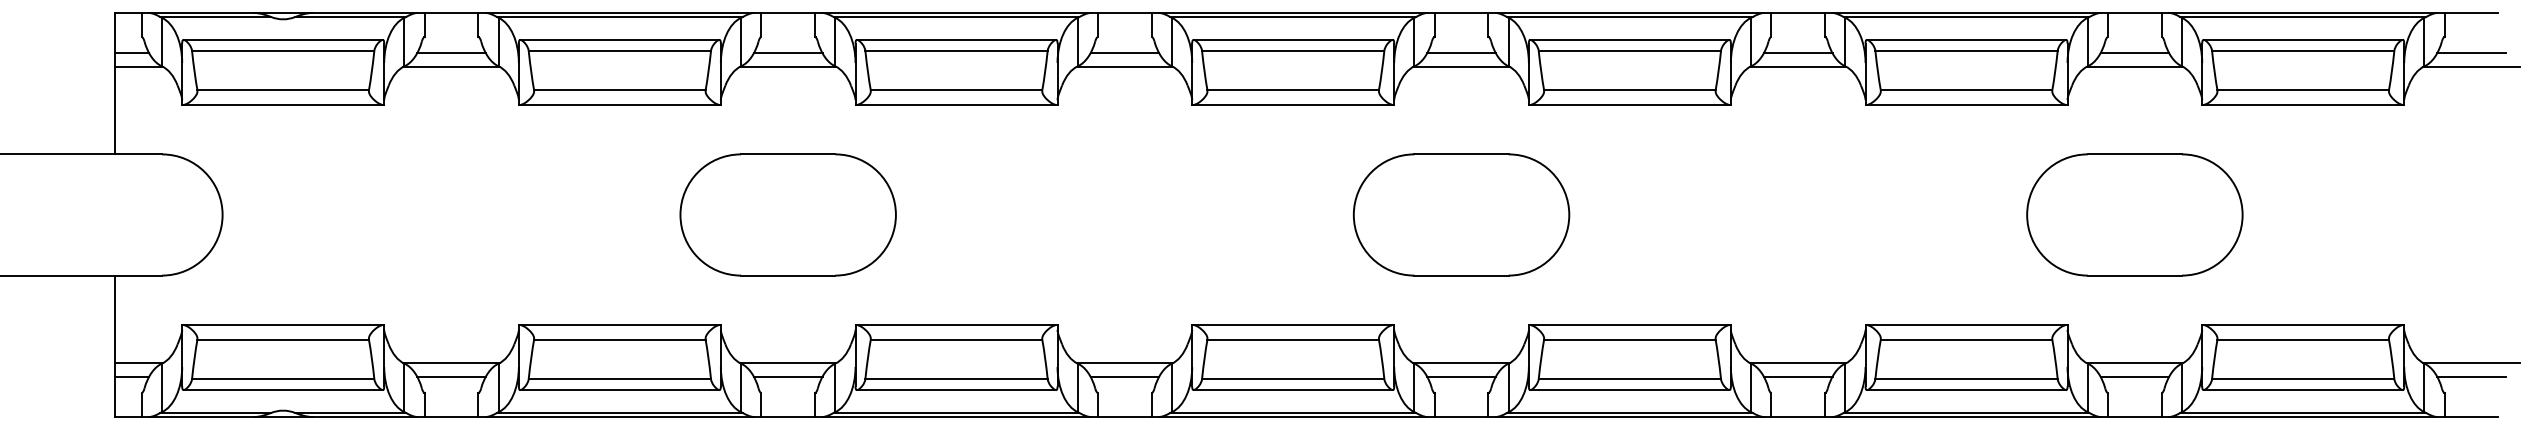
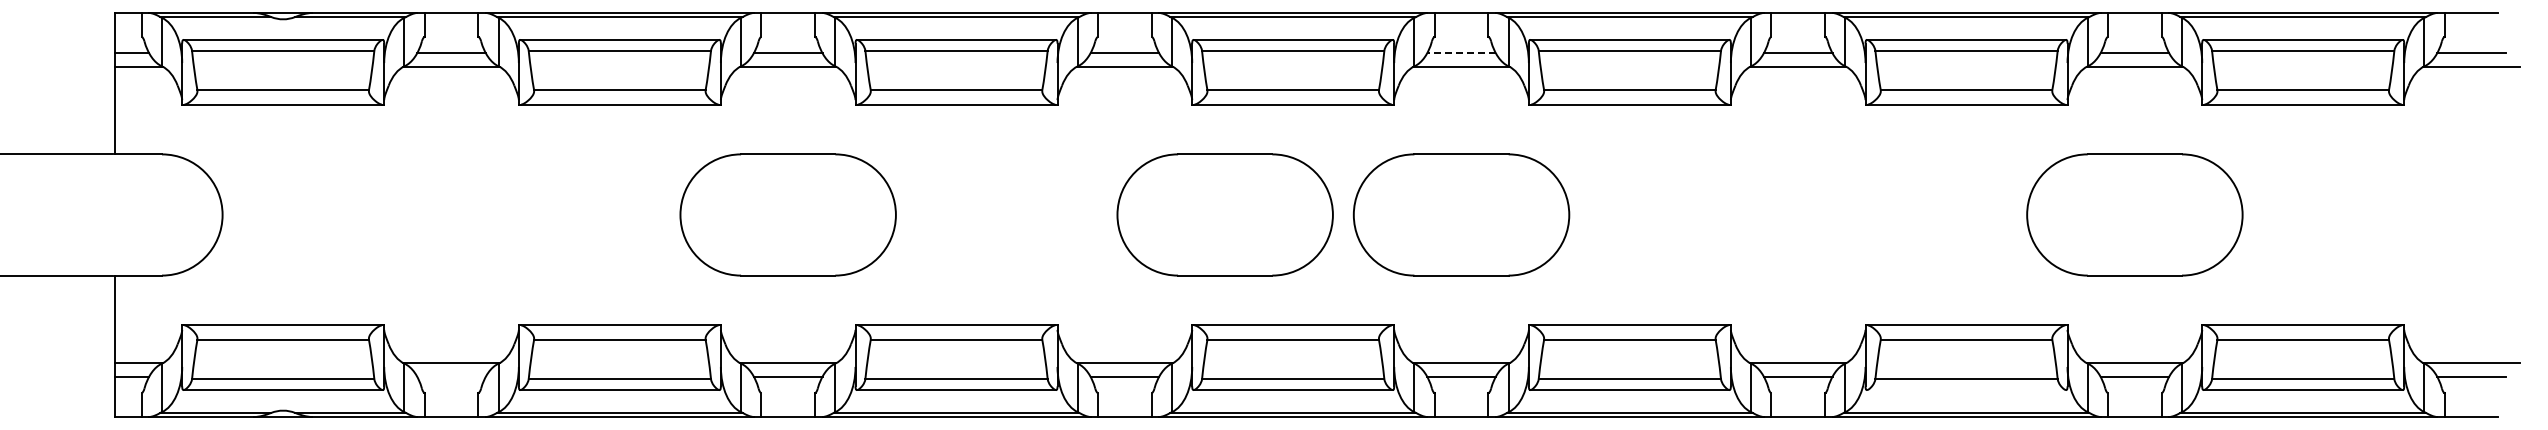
line at (1461, 53): solid -> dashed
part at (1224, 214): none -> present
line at (451, 376): present -> none
line at (1966, 390): present -> none
